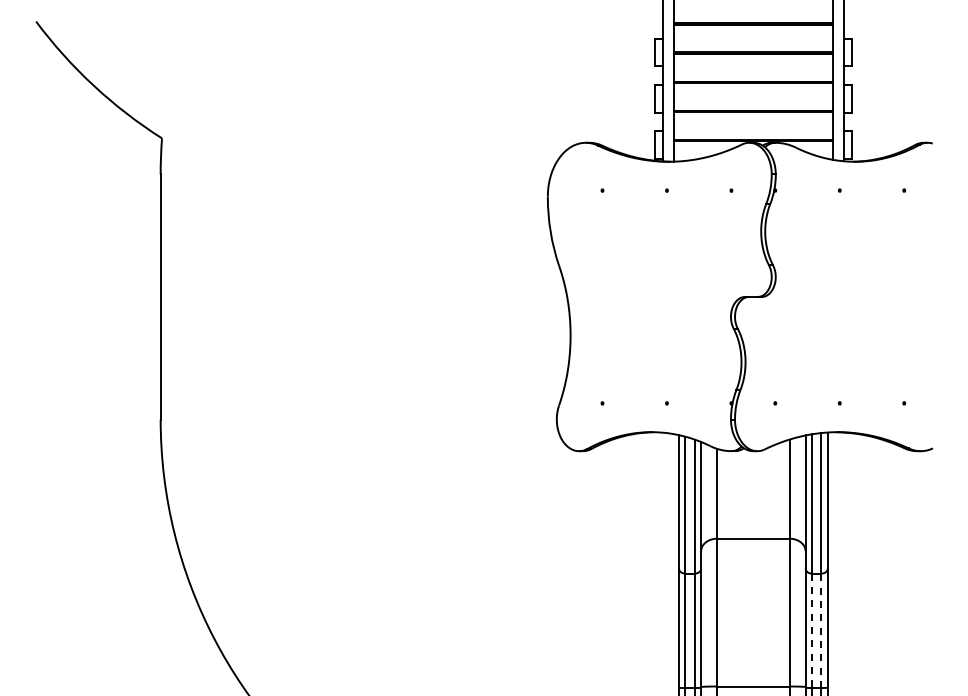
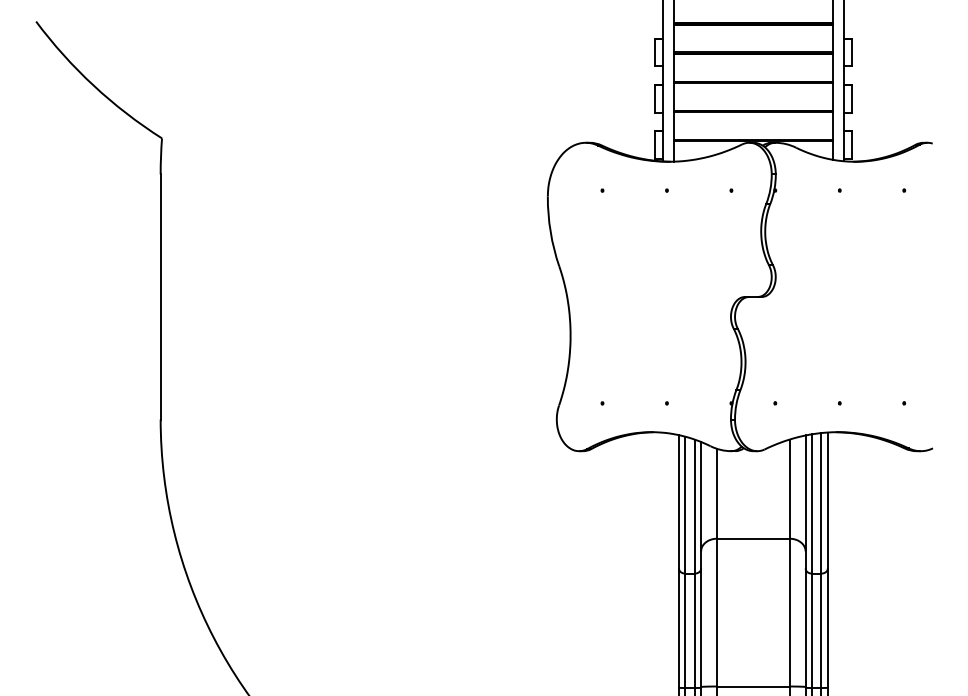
line at (821, 630): dashed -> solid
line at (811, 631): dashed -> solid
